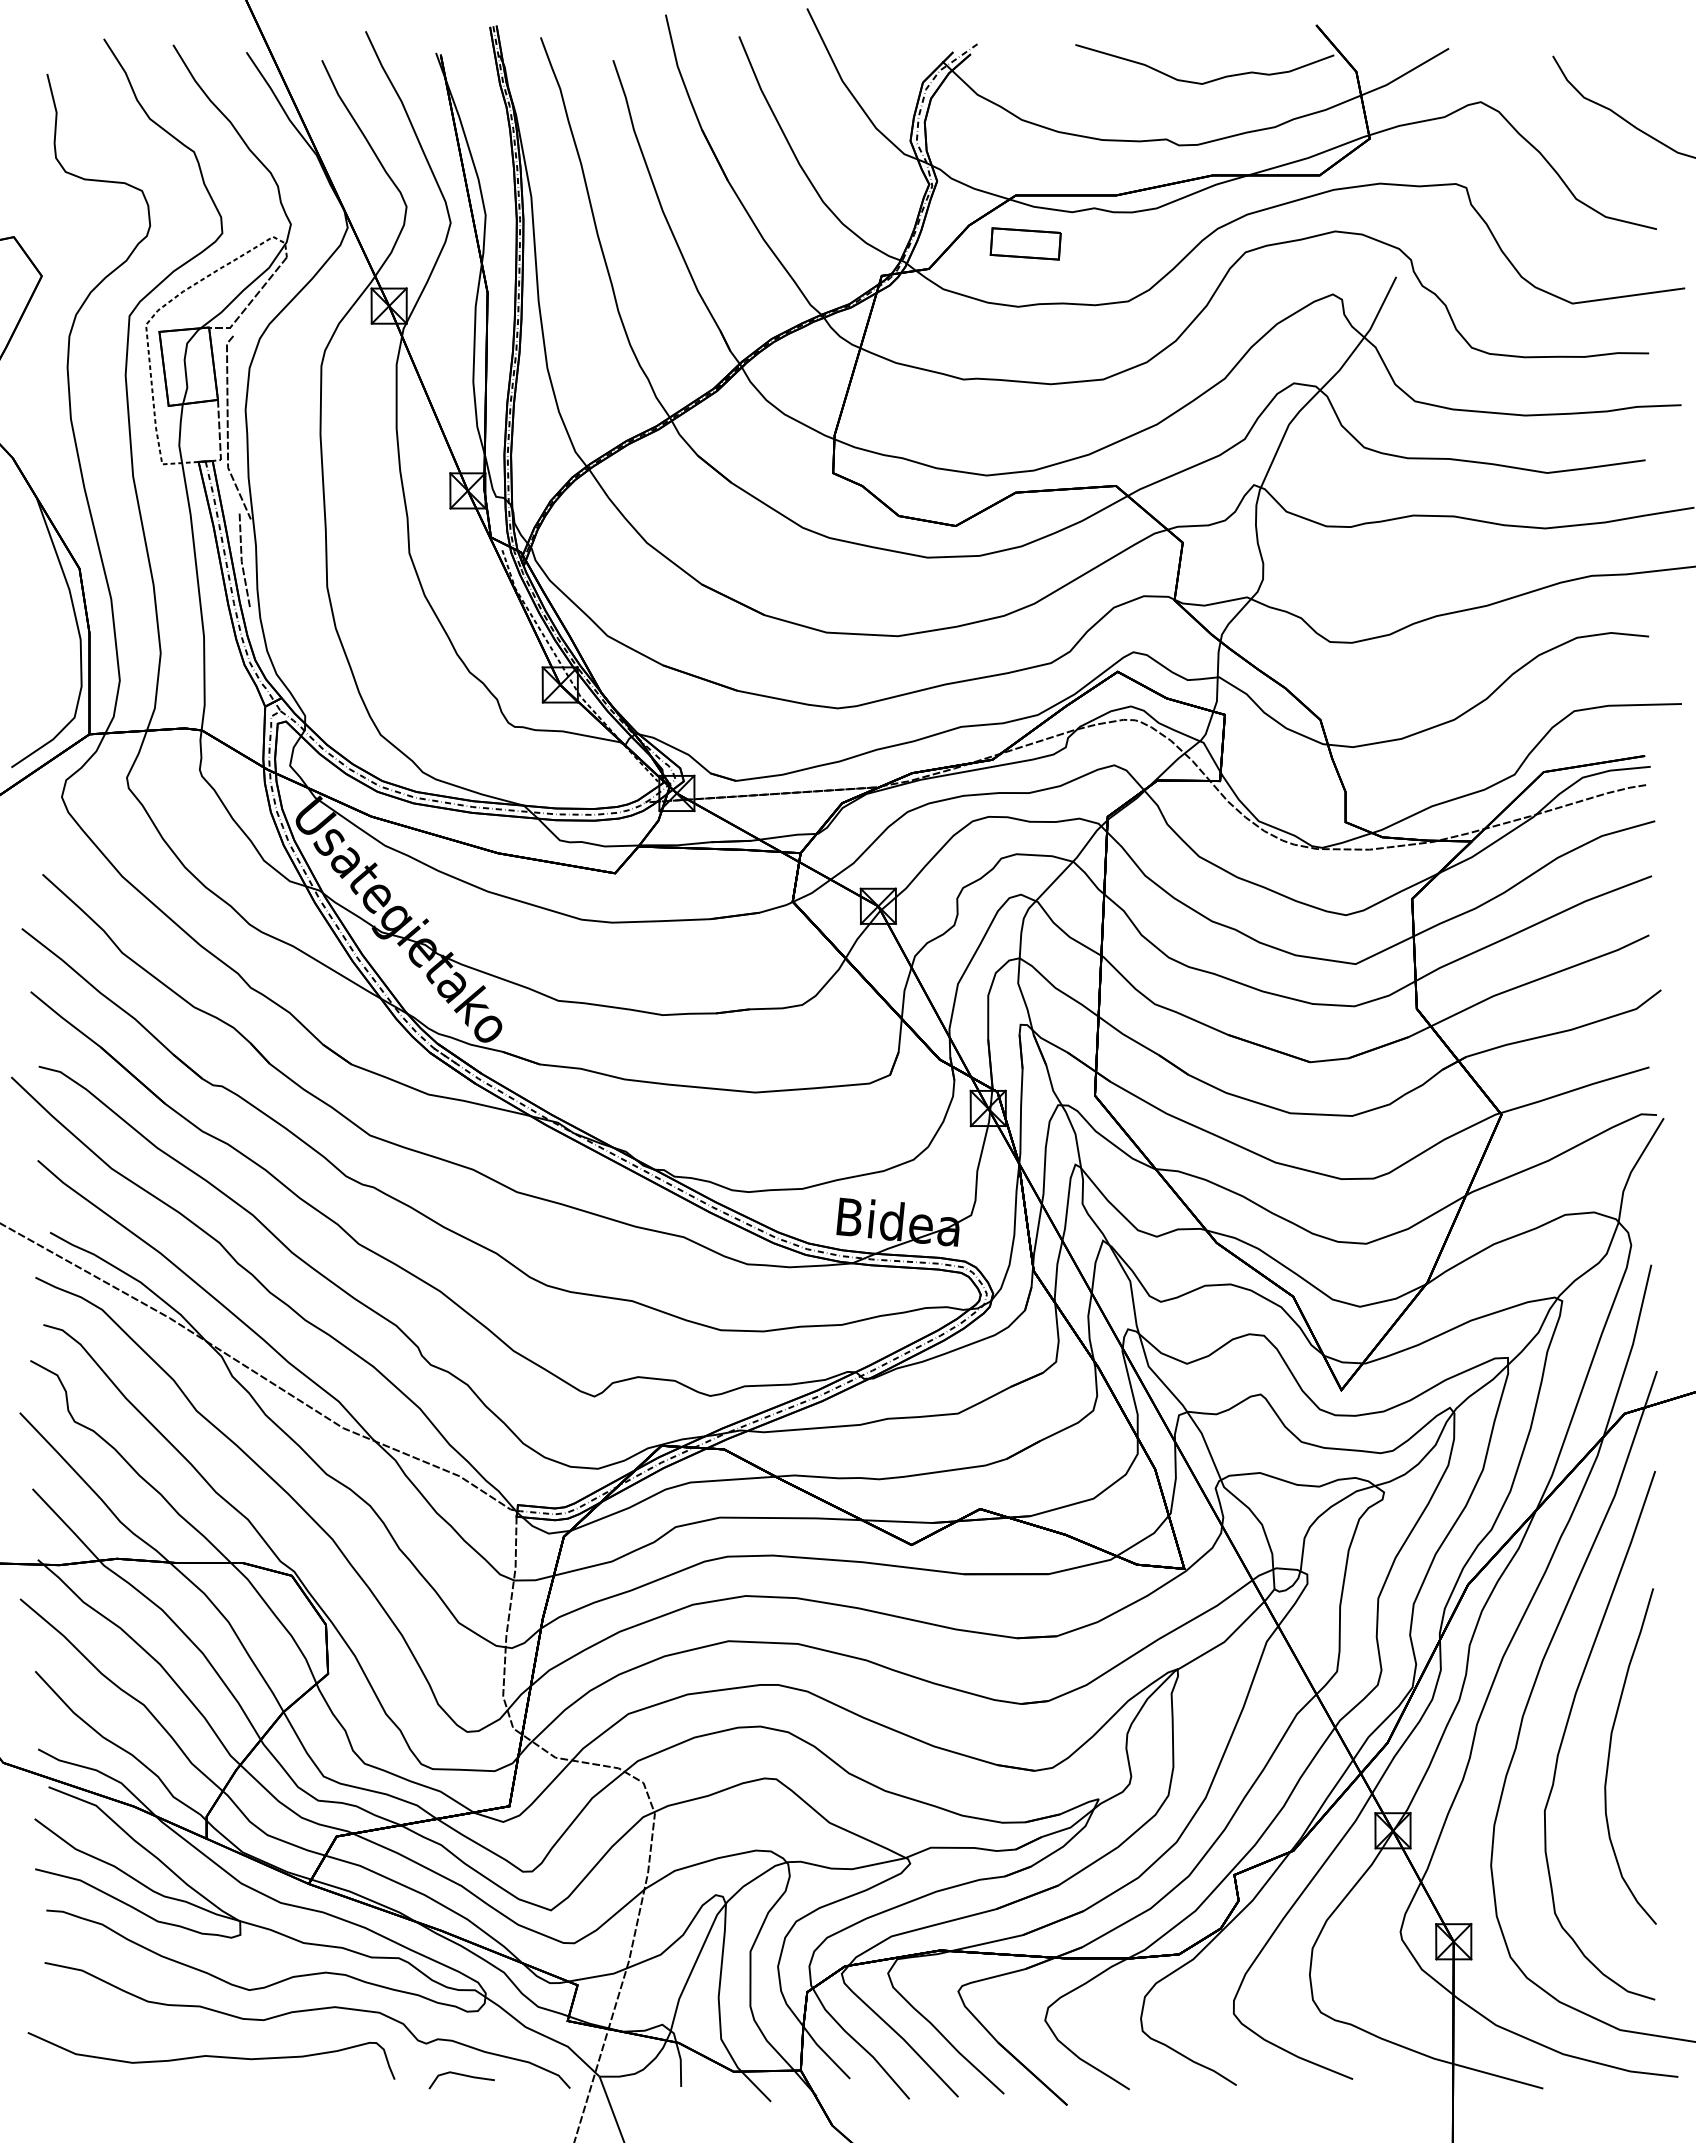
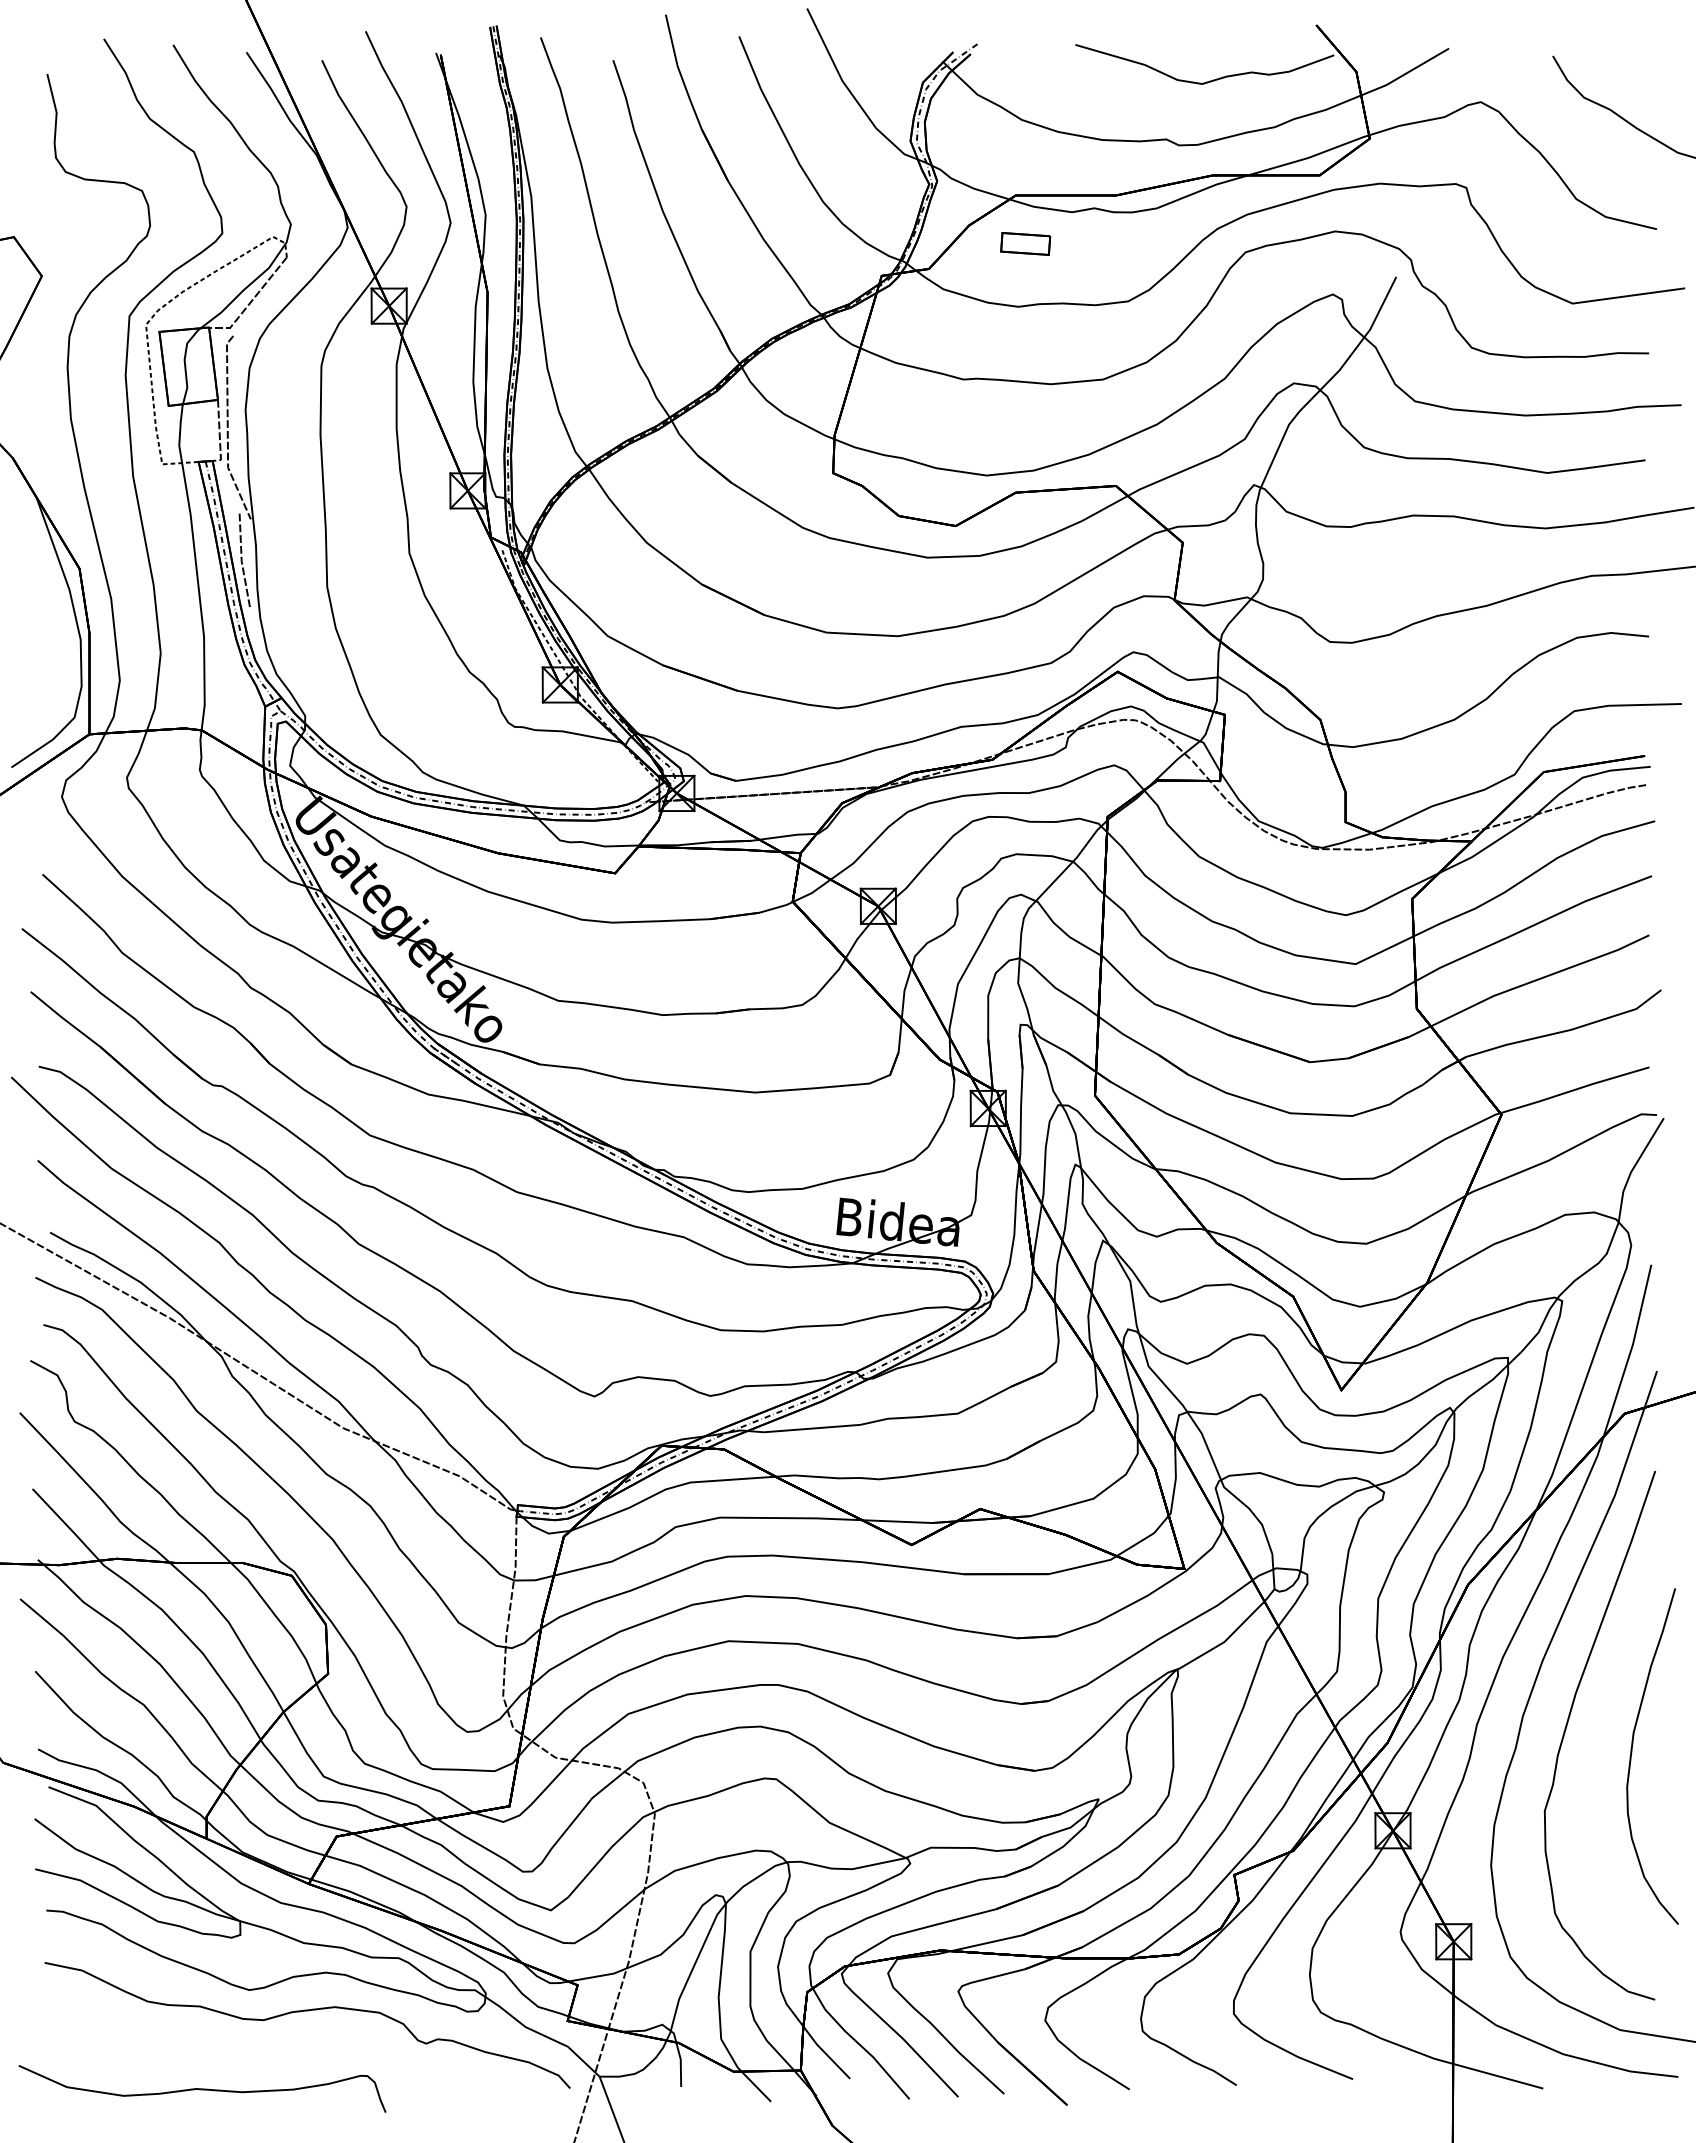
part at (1025, 243) size: 73x34 px -> 52x24 px
curve at (1610, 1753) position: (1610, 1753) -> (1632, 1753)
curve at (211, 2055) position: (211, 2055) -> (202, 2088)
line at (461, 2075): present -> none
